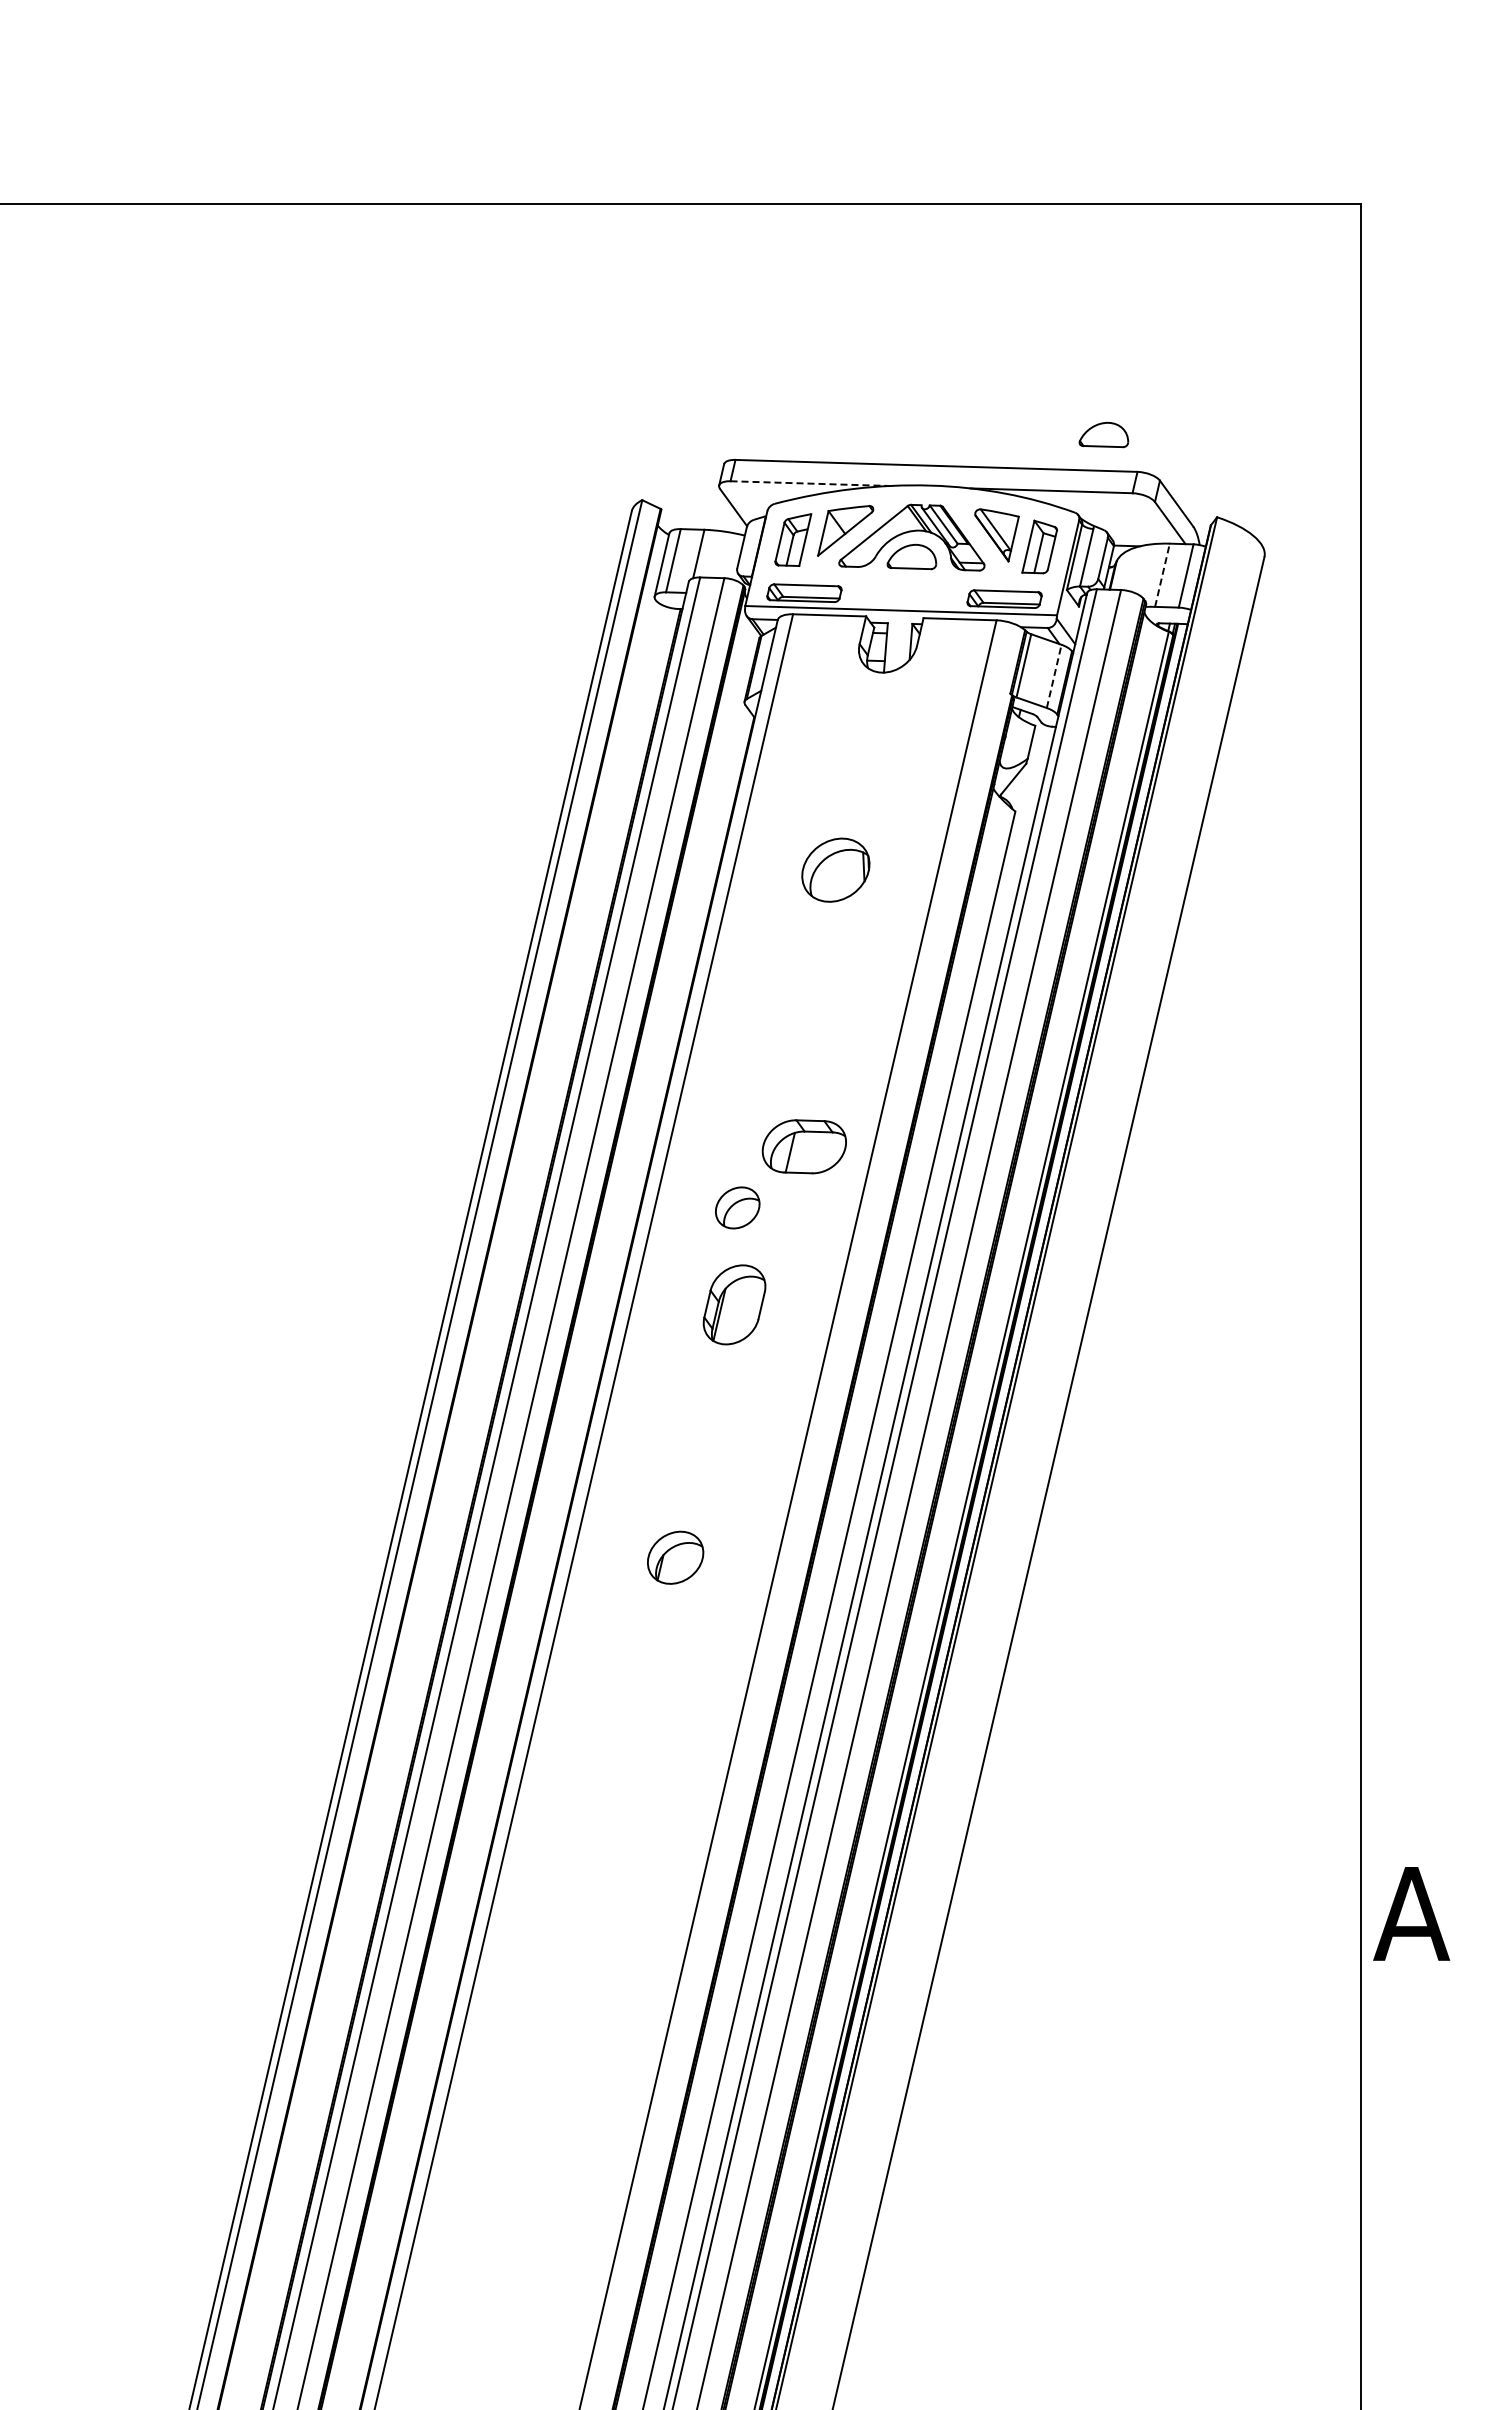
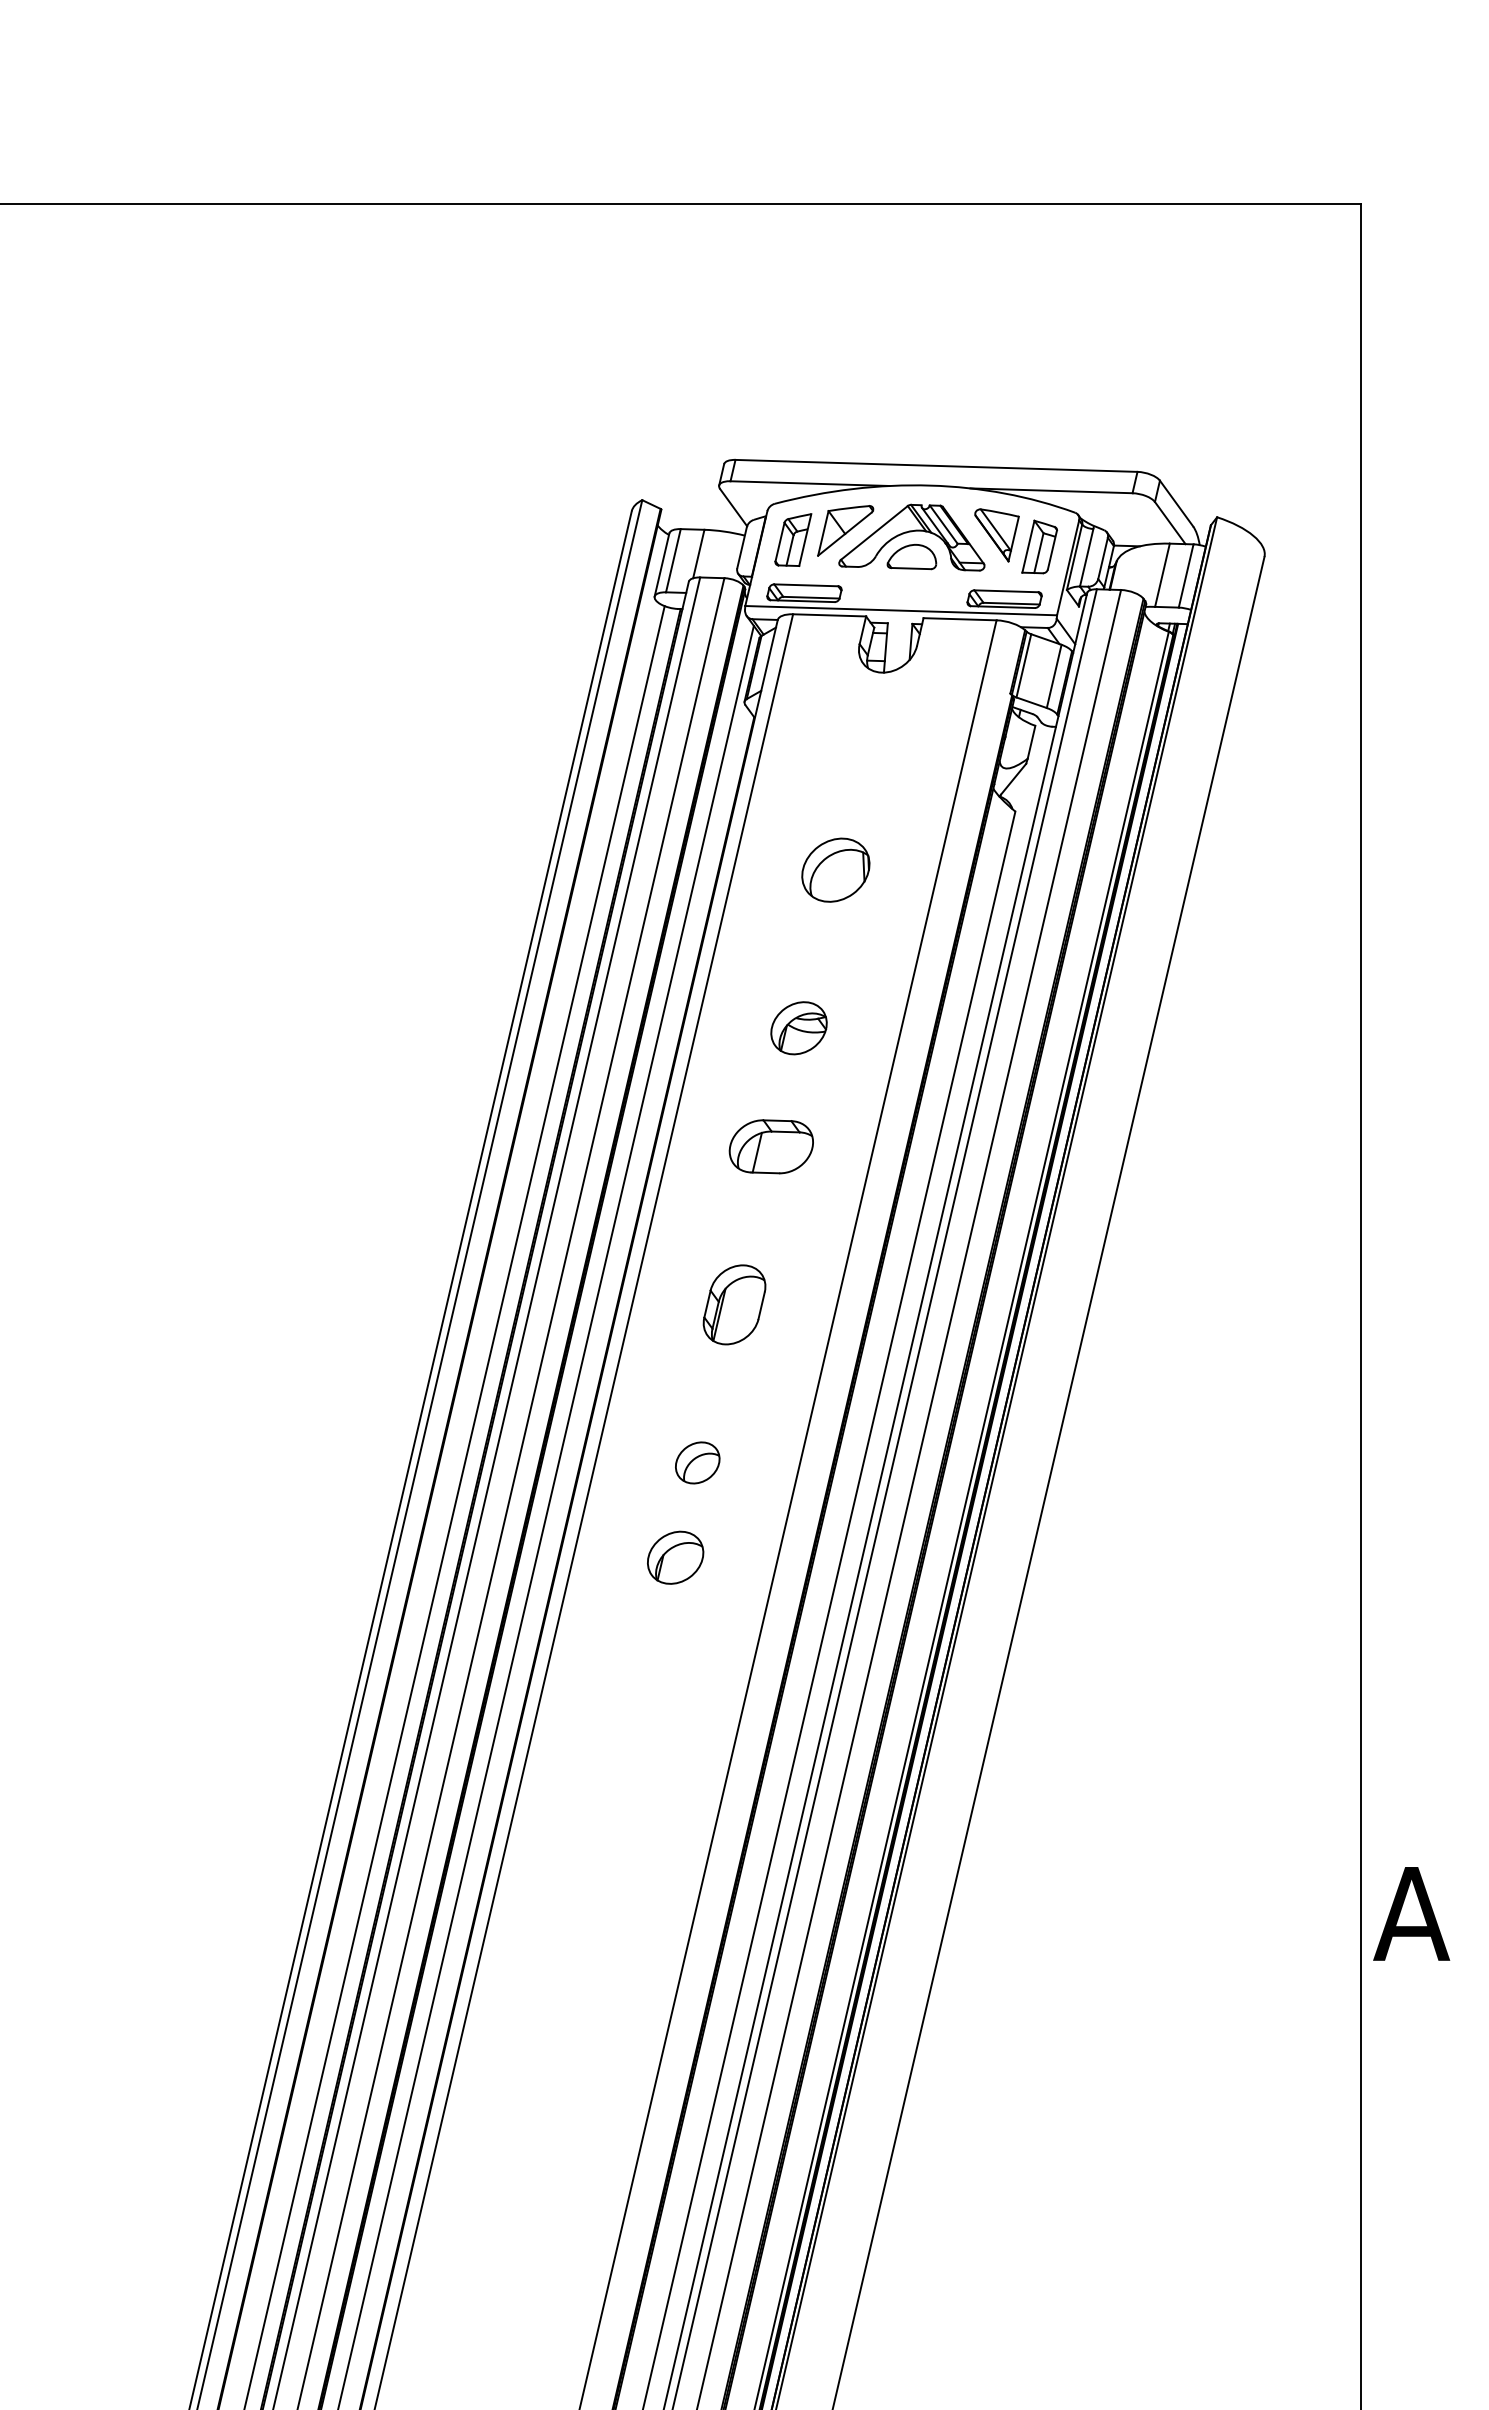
part at (1103, 435): present -> none
line at (810, 483): dashed -> solid
line at (1162, 574): dashed -> solid
line at (1054, 675): dashed -> solid
part at (798, 1028): none -> present
part at (803, 1146) position: (803, 1146) -> (770, 1146)
part at (737, 1207) position: (737, 1207) -> (697, 1462)
line at (454, 1506): none -> present
line at (545, 1515): none -> present
